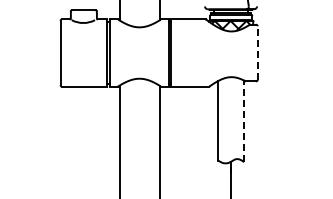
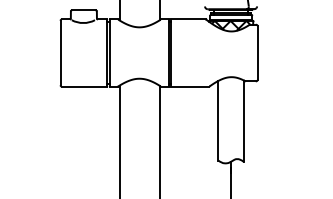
line at (257, 53): dashed -> solid
line at (244, 121): dashed -> solid
